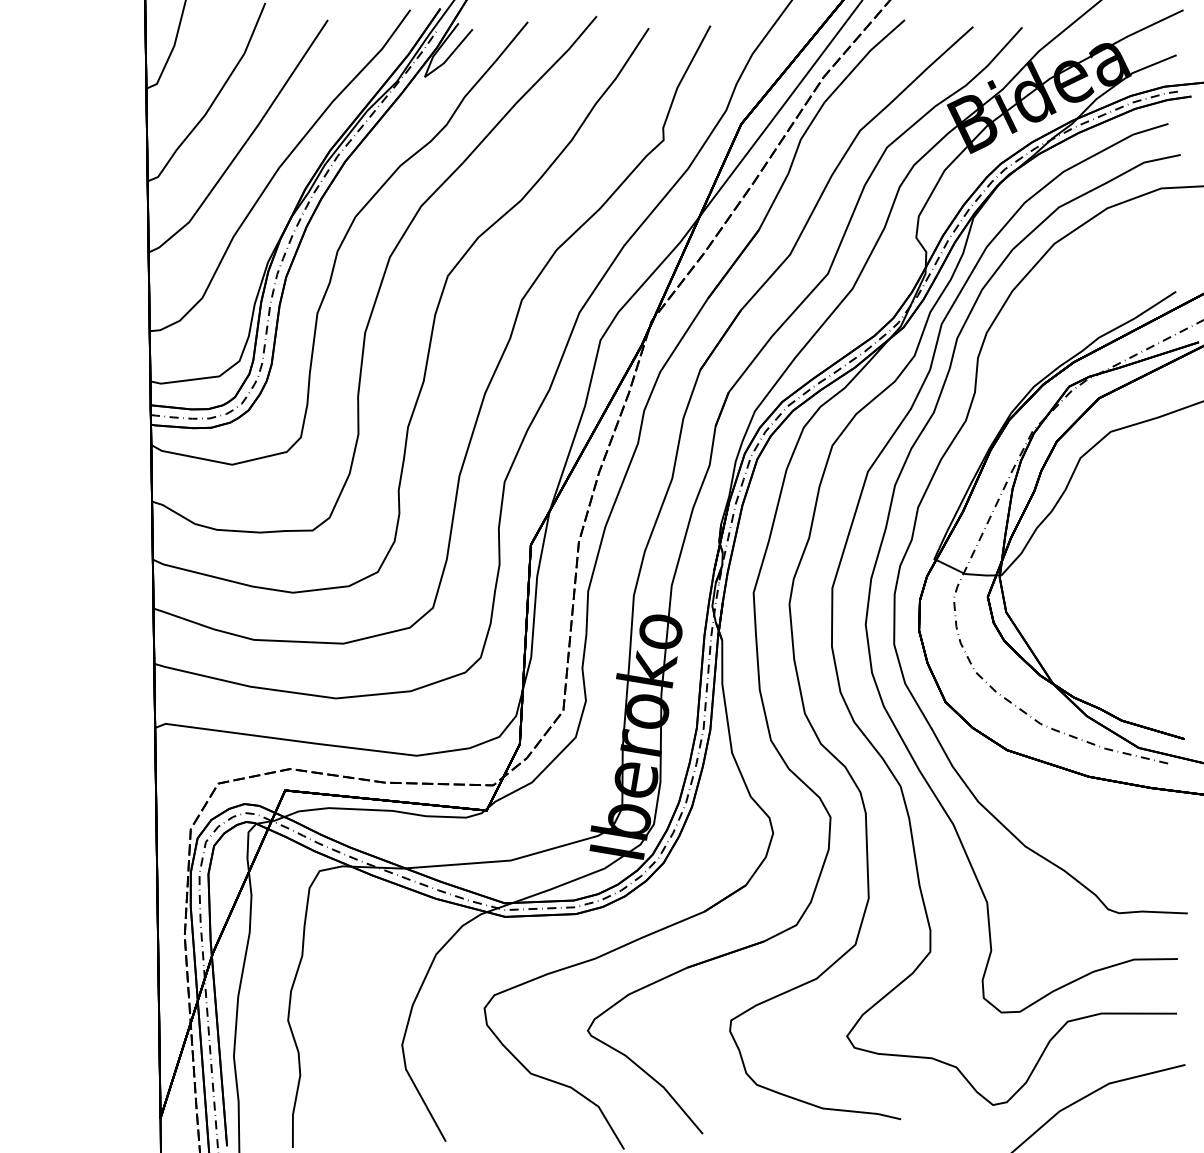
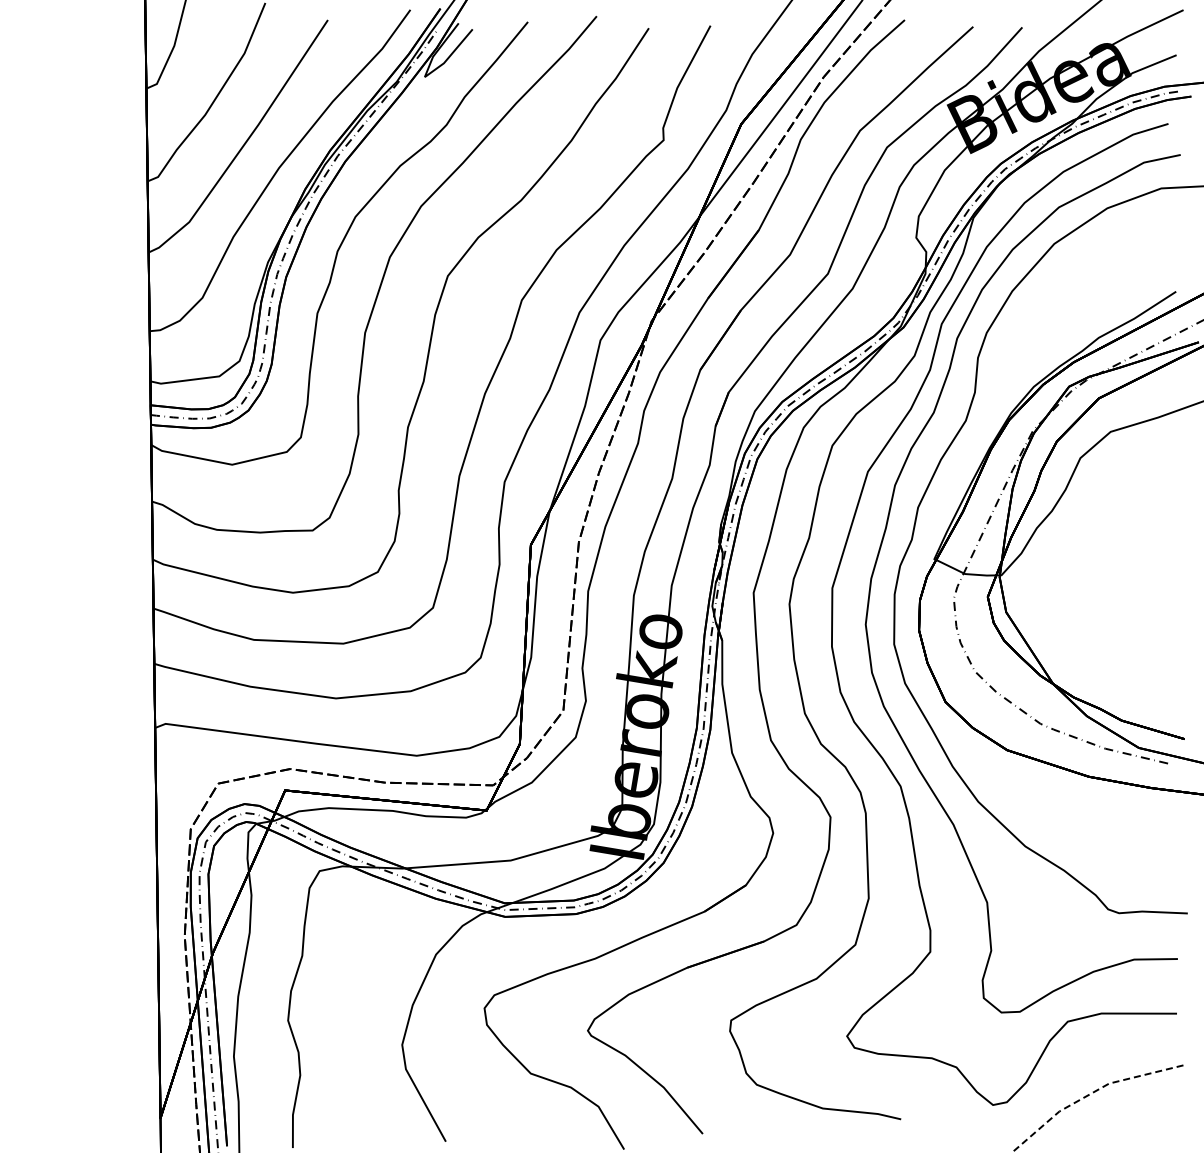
line at (1091, 1093): solid -> dashed
